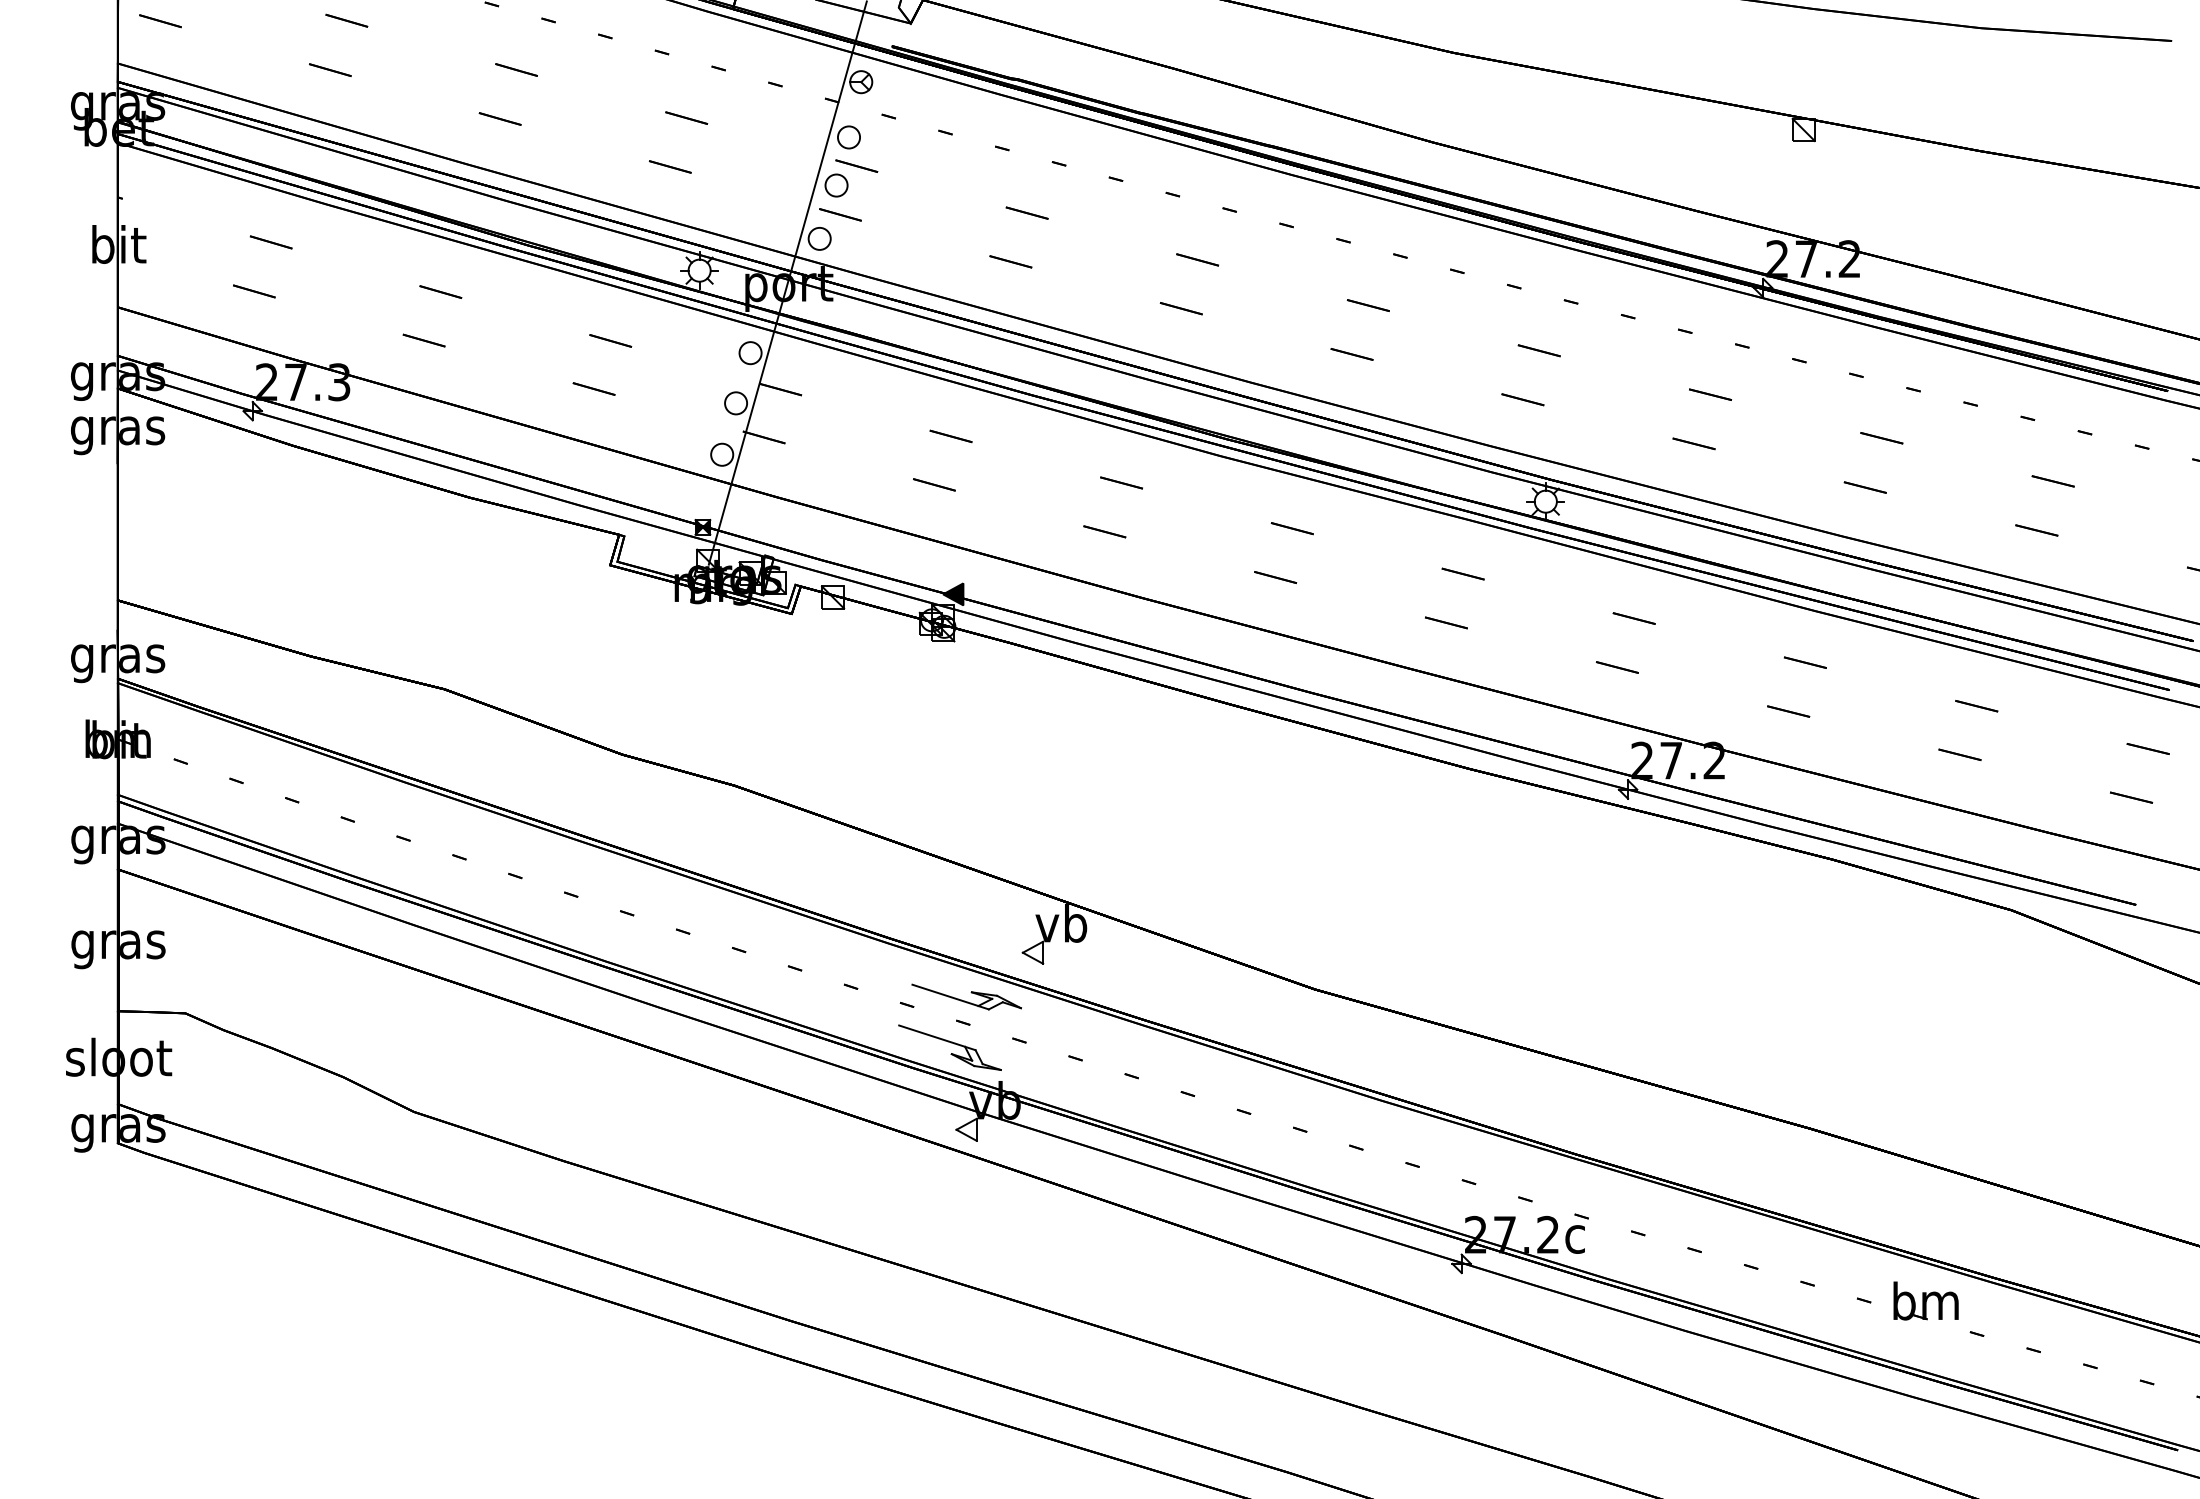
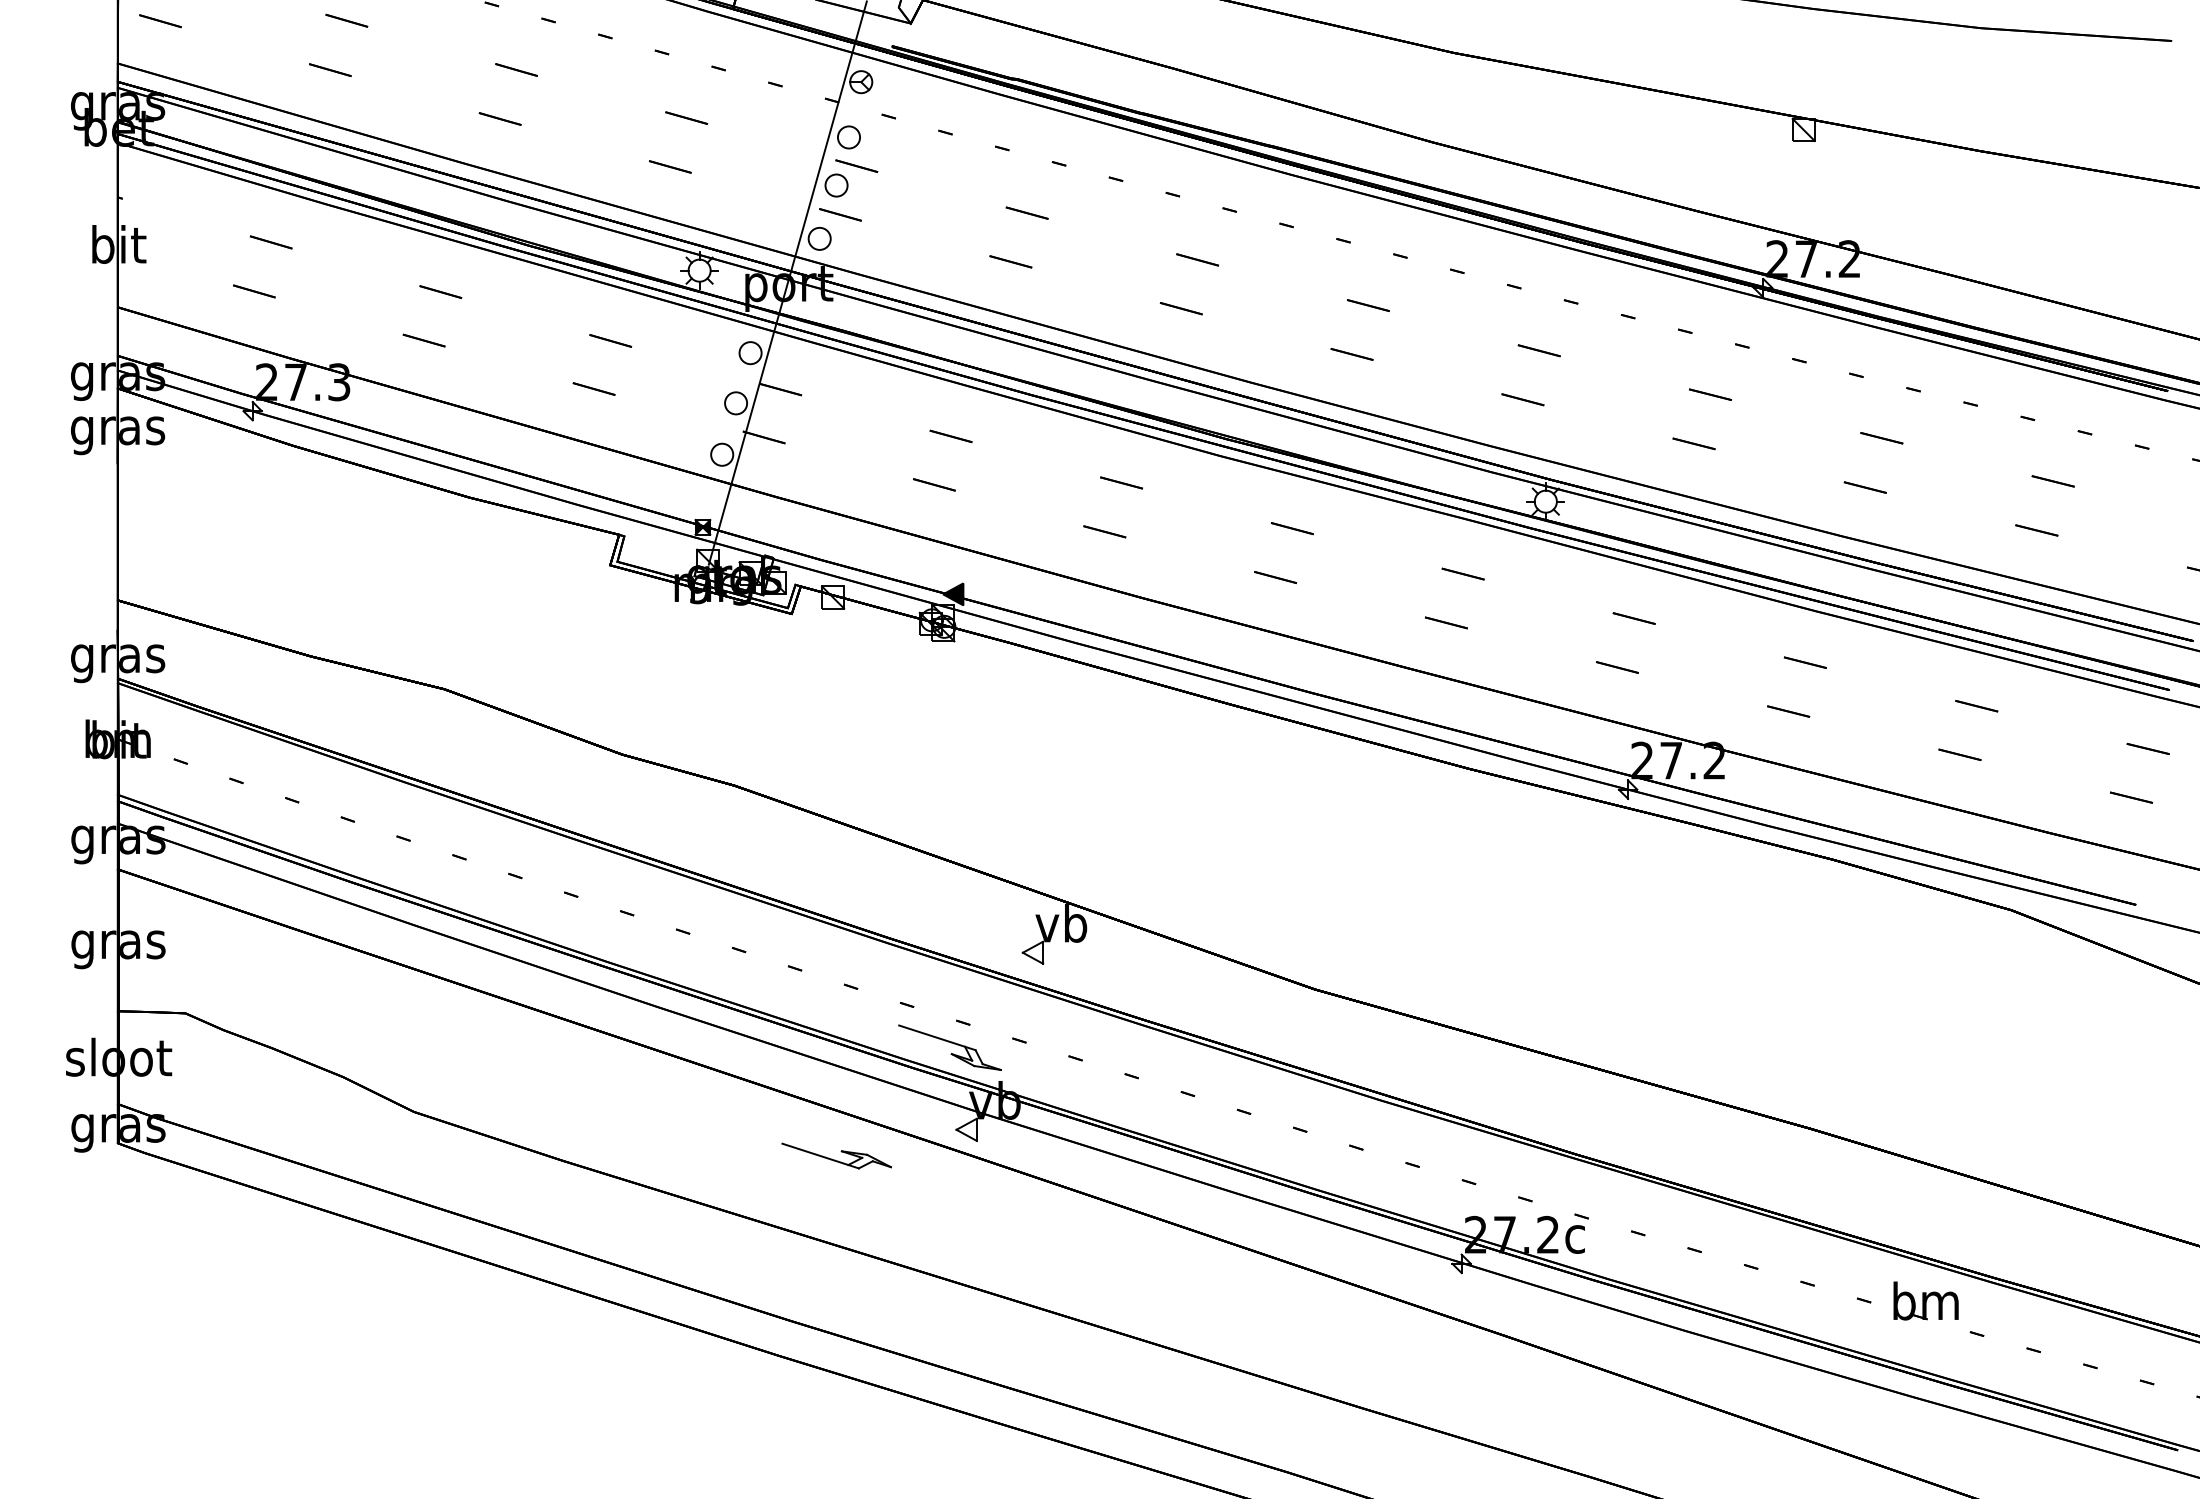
part at (966, 996) position: (966, 996) -> (836, 1155)
